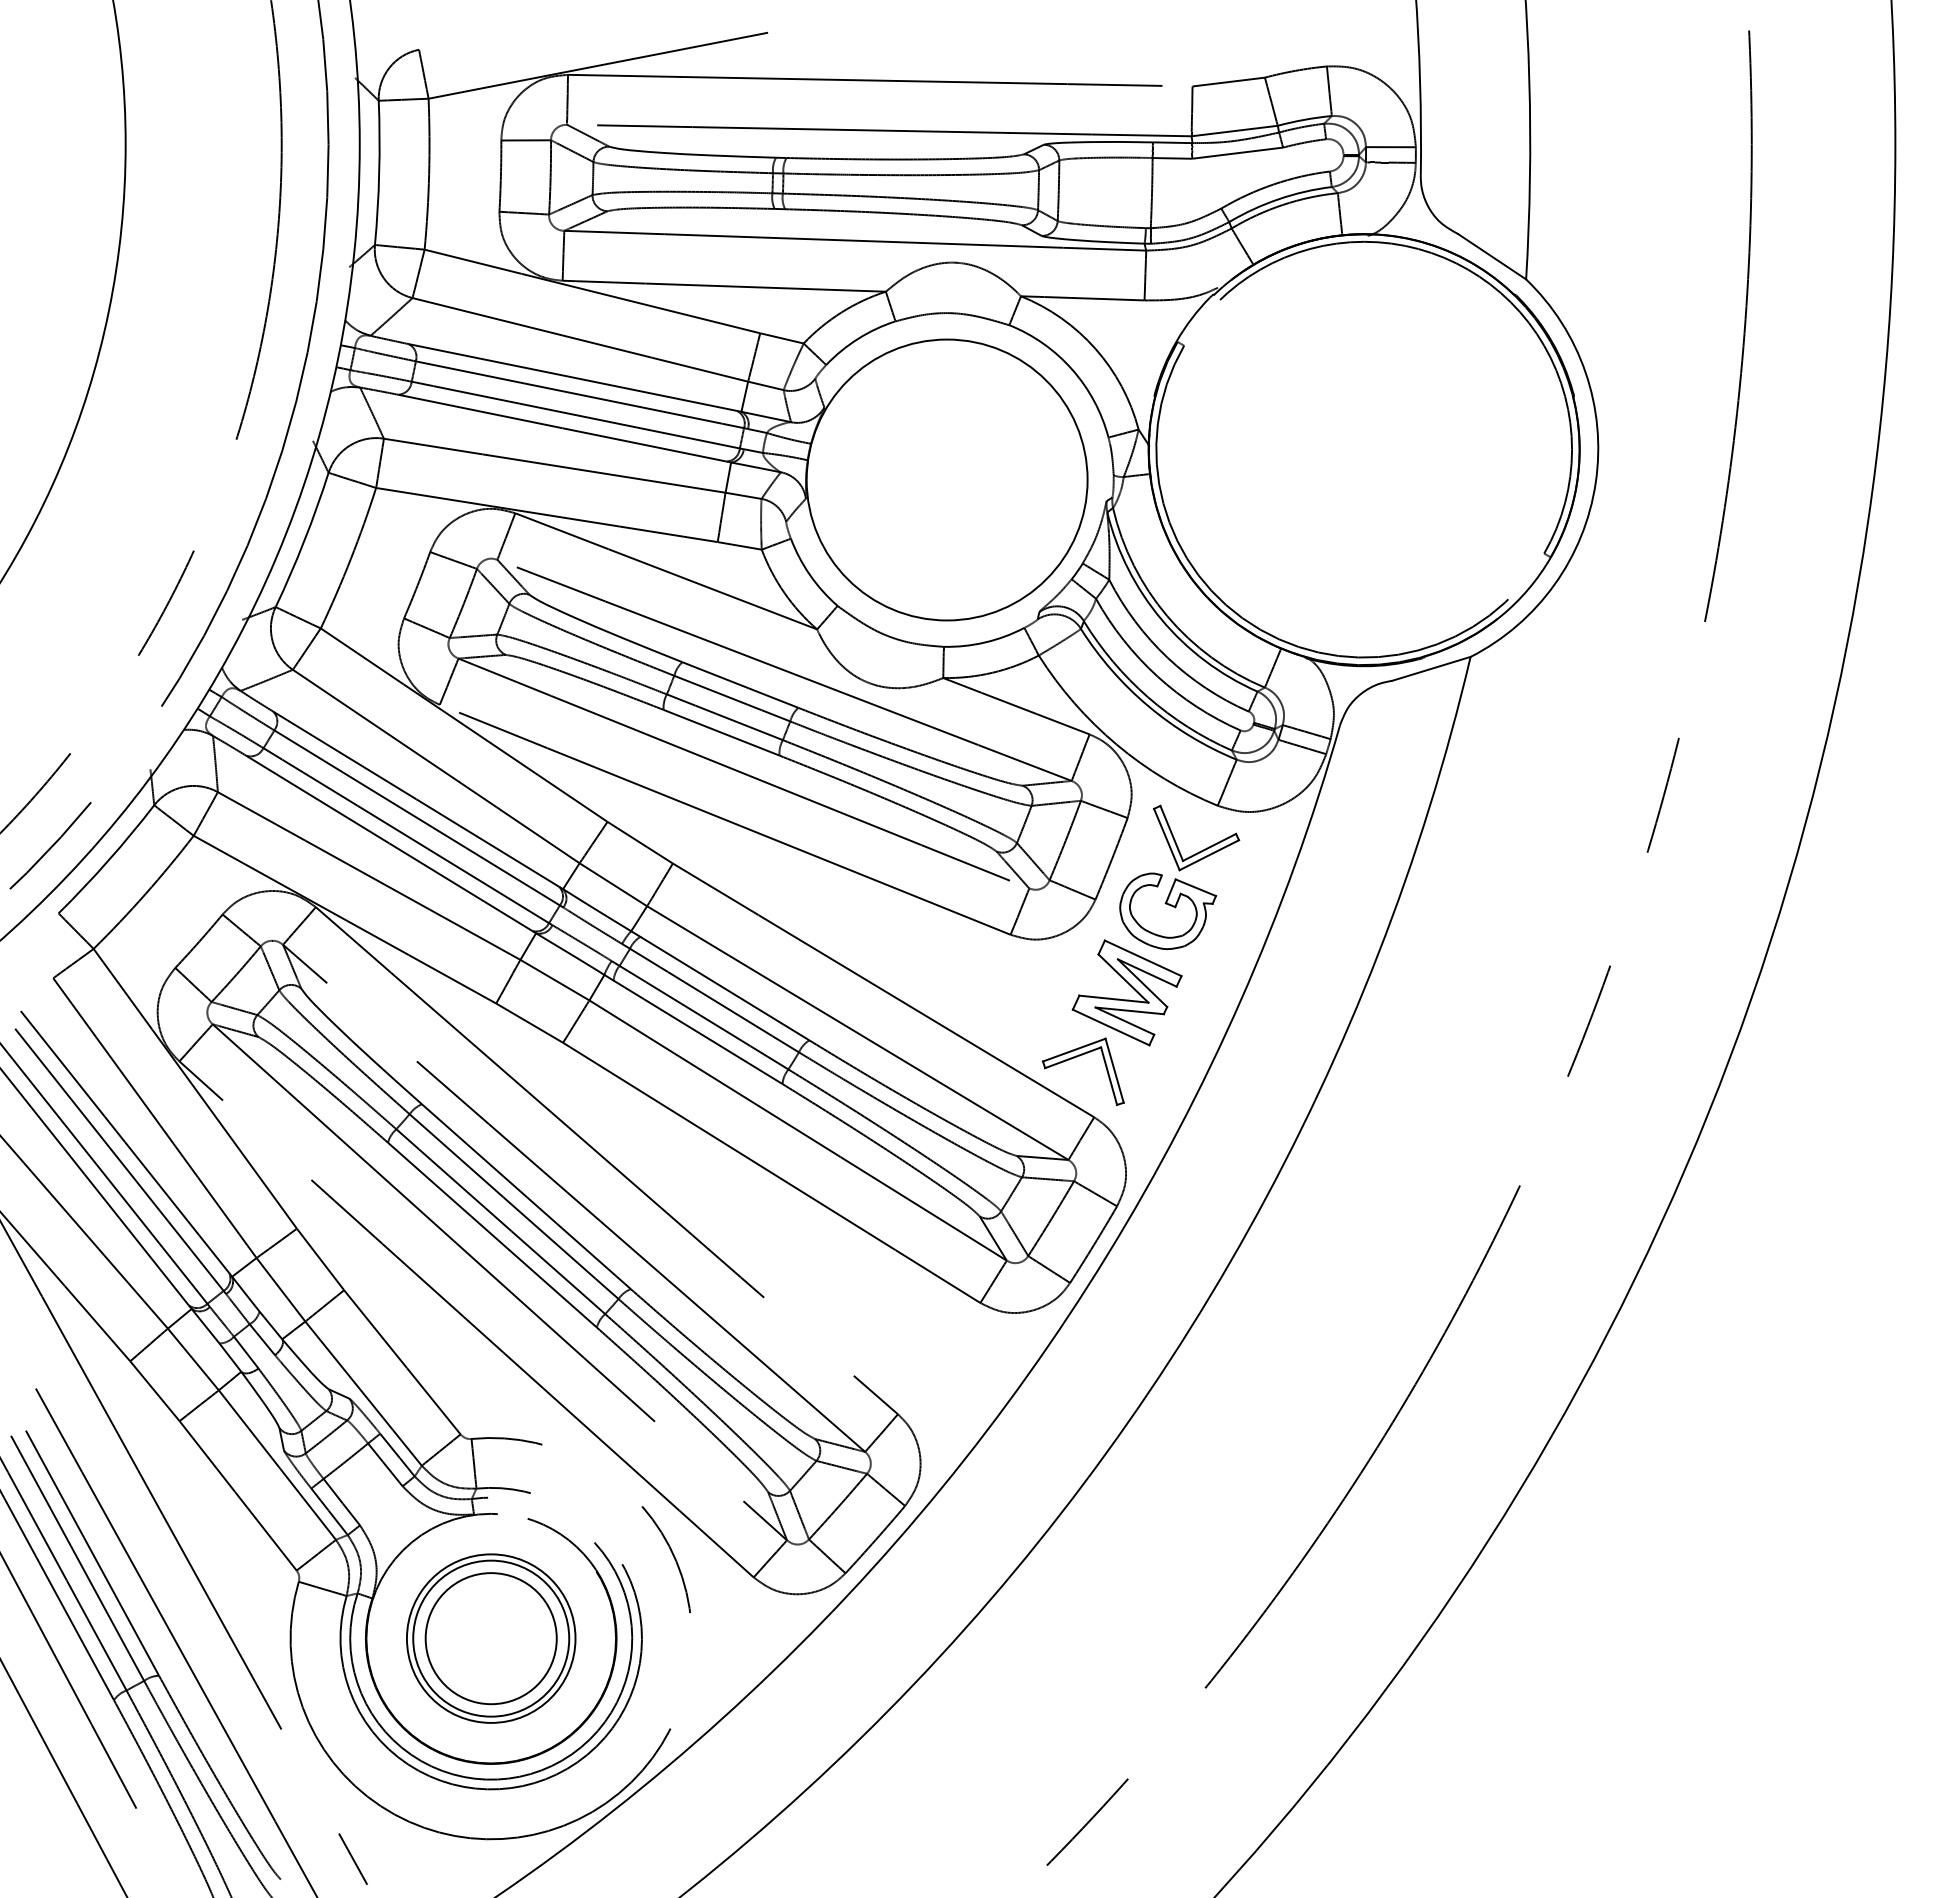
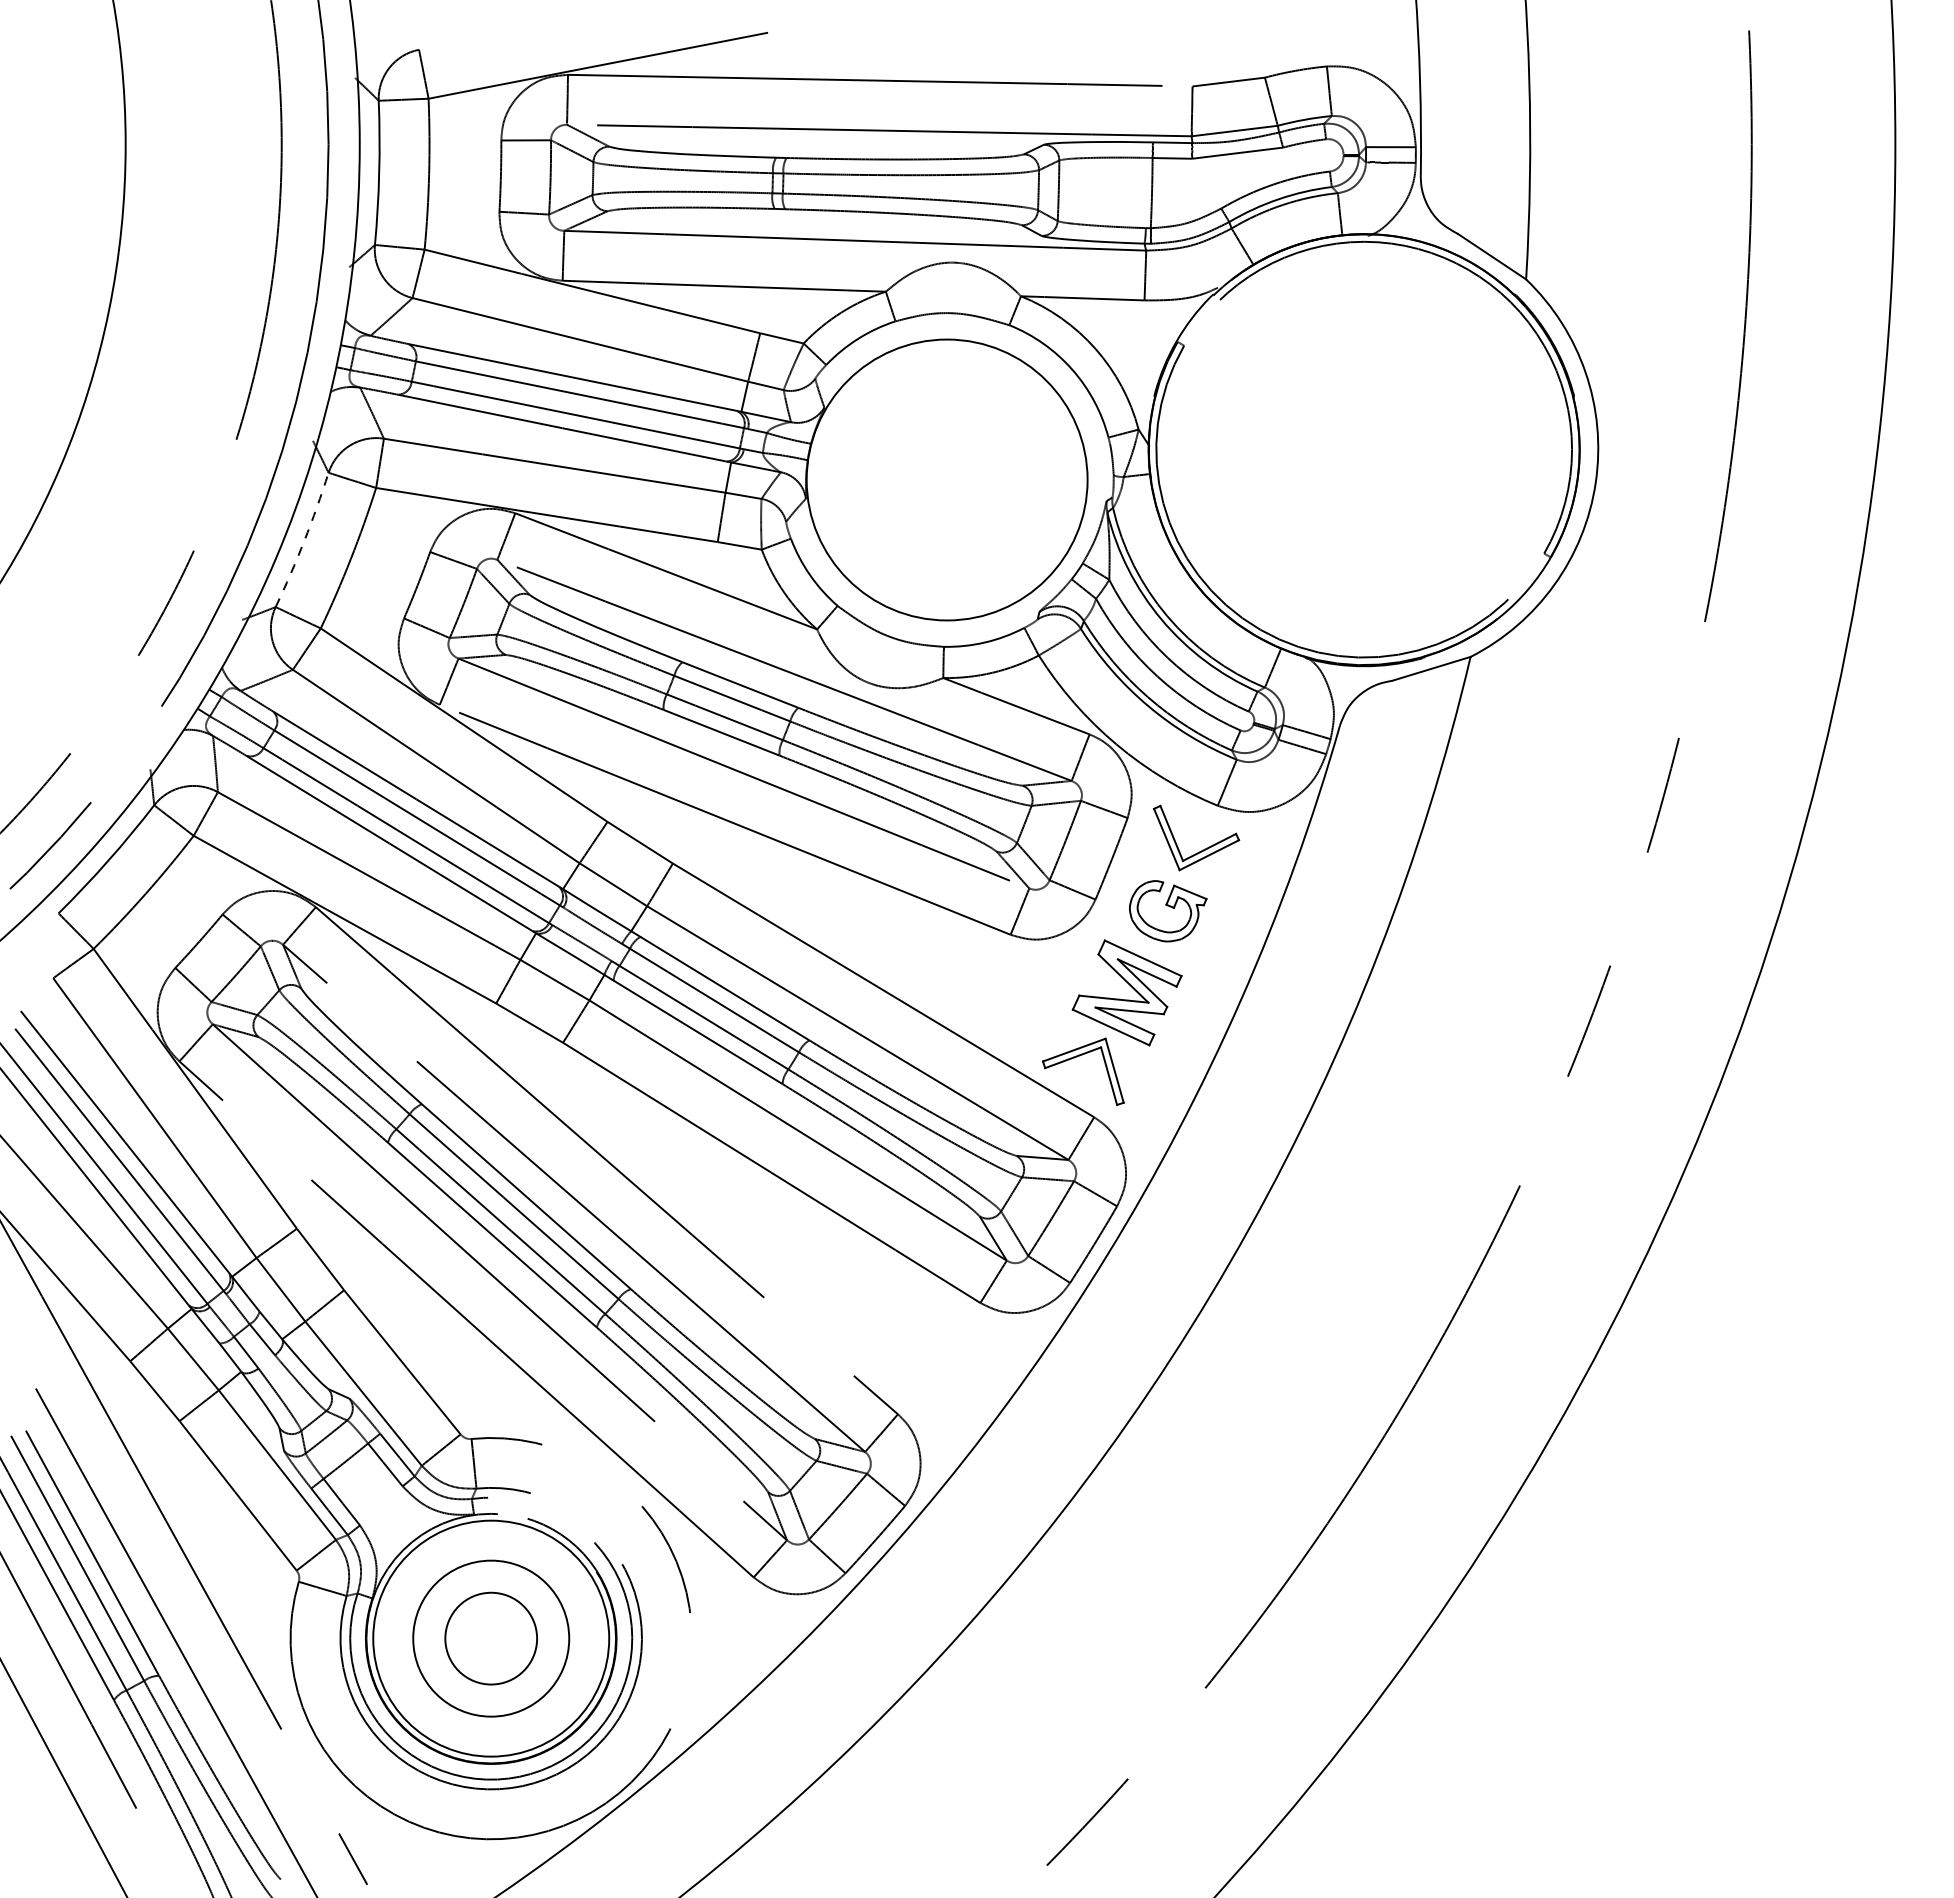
arc at (304, 540): solid -> dashed
part at (1168, 910) size: 99x78 px -> 79x63 px
circle at (490, 1638) diameter: 131 px -> 92 px
circle at (490, 1638) diameter: 169 px -> 236 px
